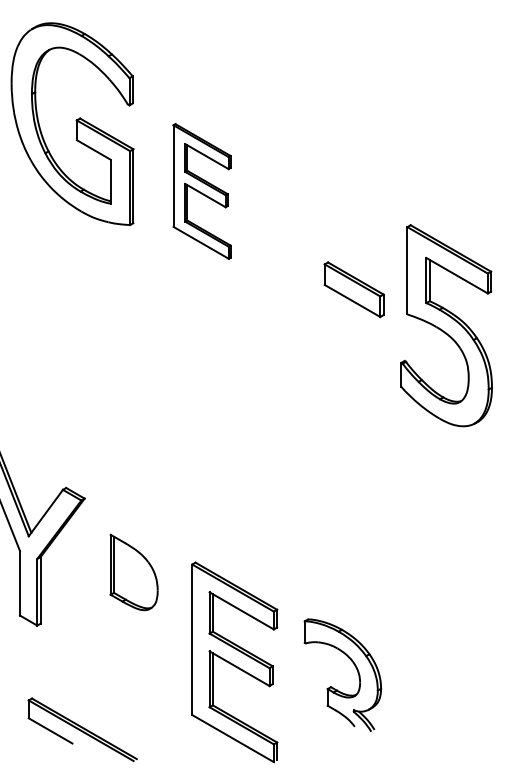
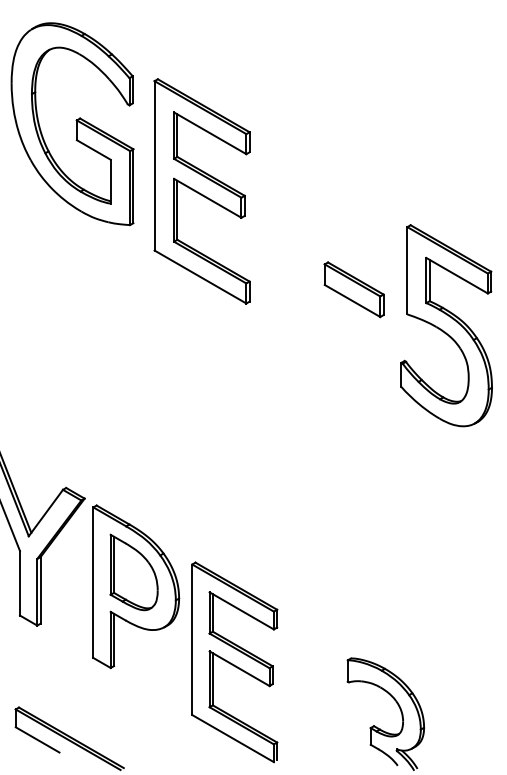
part at (201, 191) size: 60x137 px -> 98x227 px
part at (136, 586): none -> present
part at (355, 668) position: (355, 668) -> (398, 707)
part at (82, 729) position: (82, 729) -> (69, 738)
